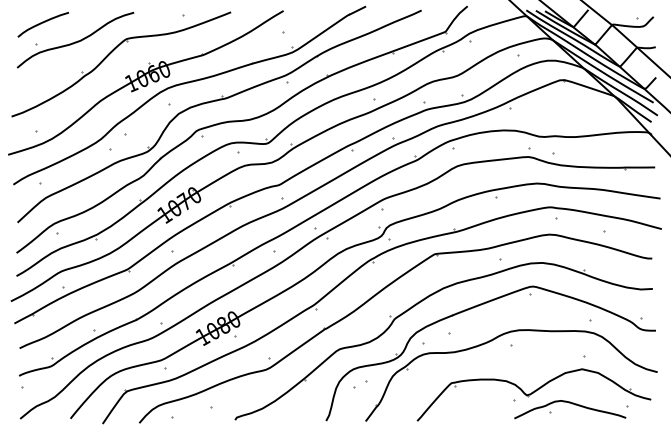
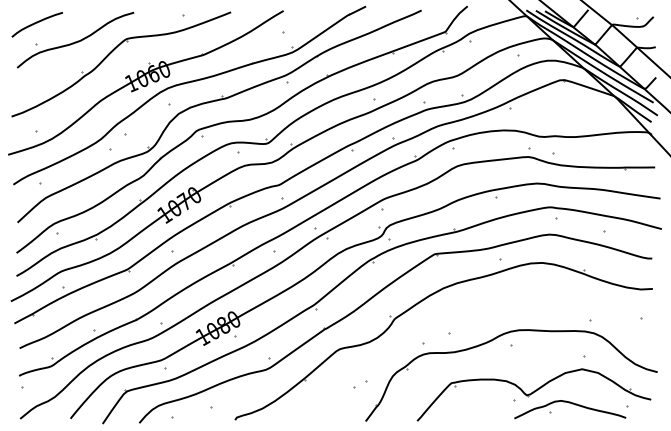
curve at (42, 23) position: (42, 23) -> (36, 23)
part at (471, 309): present -> none
